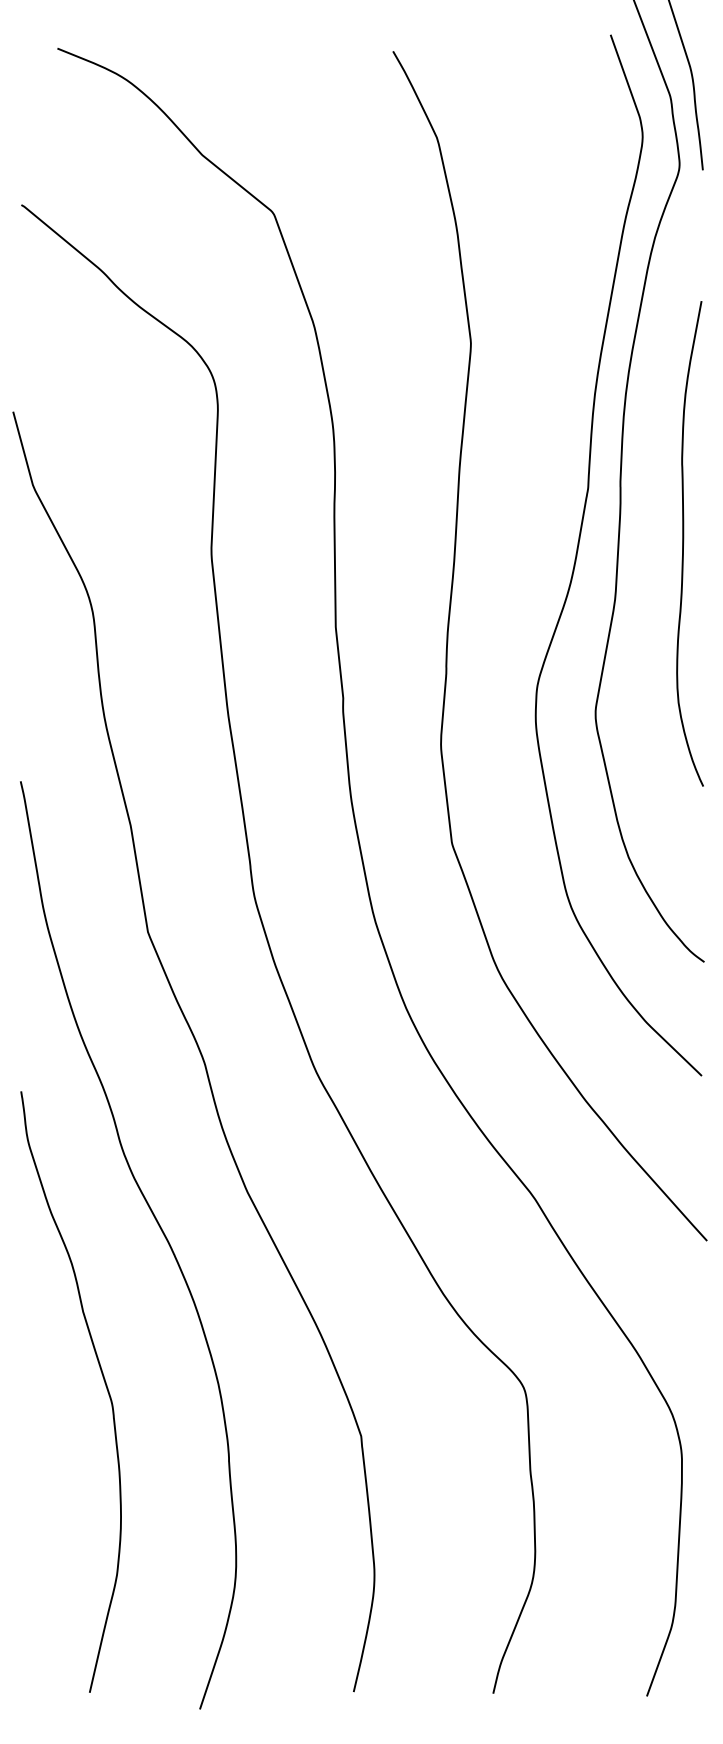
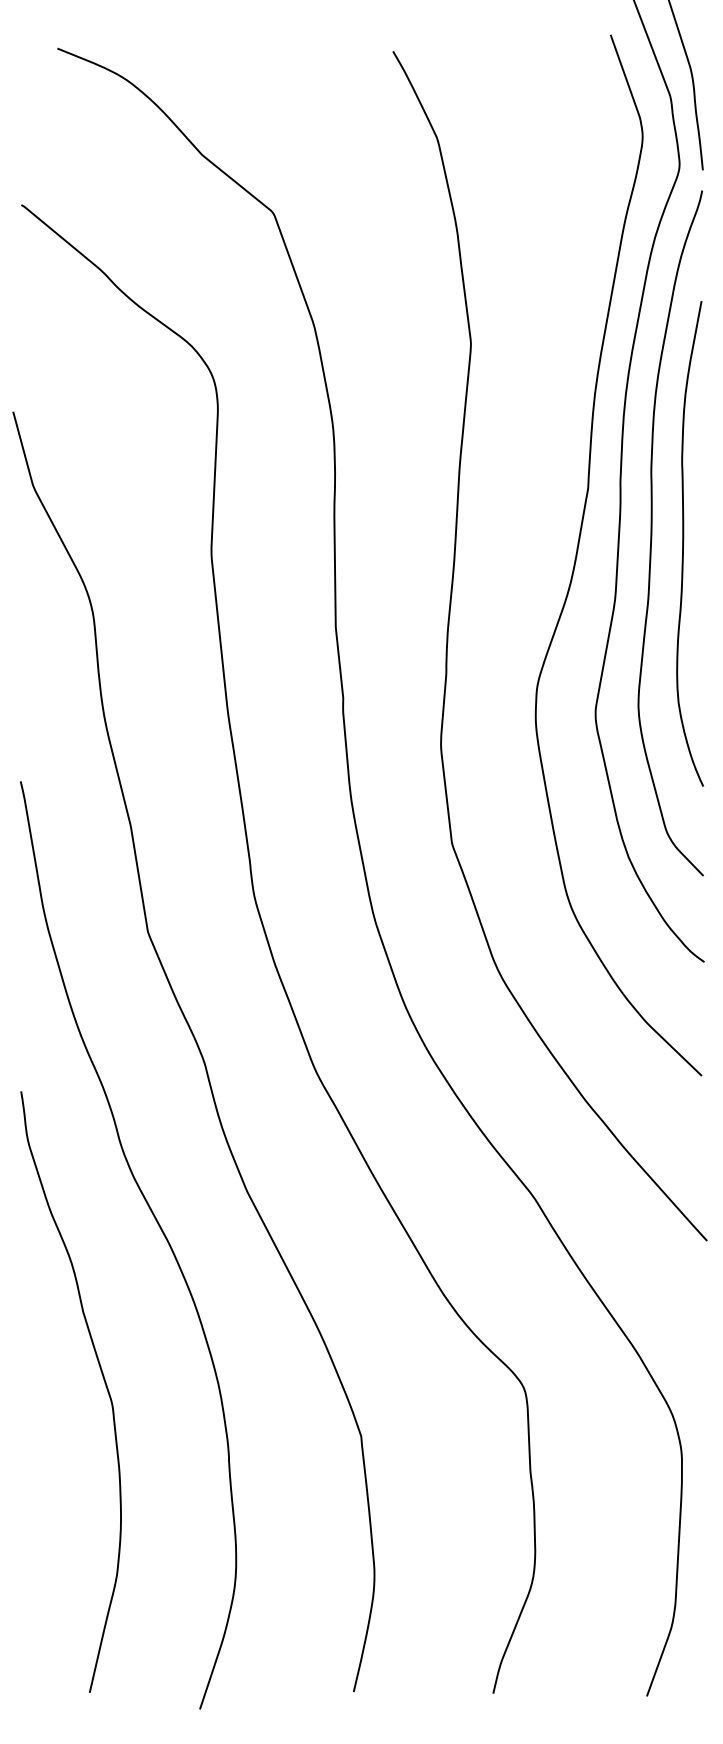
curve at (652, 533): none -> present
